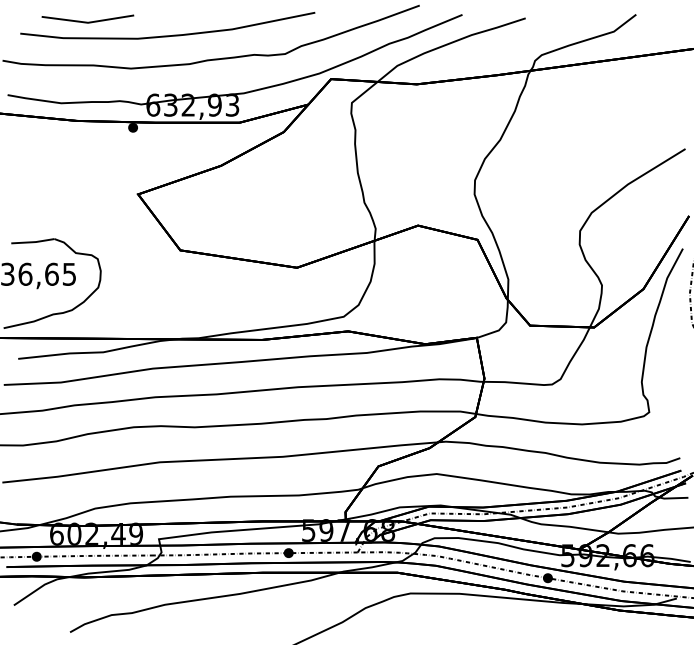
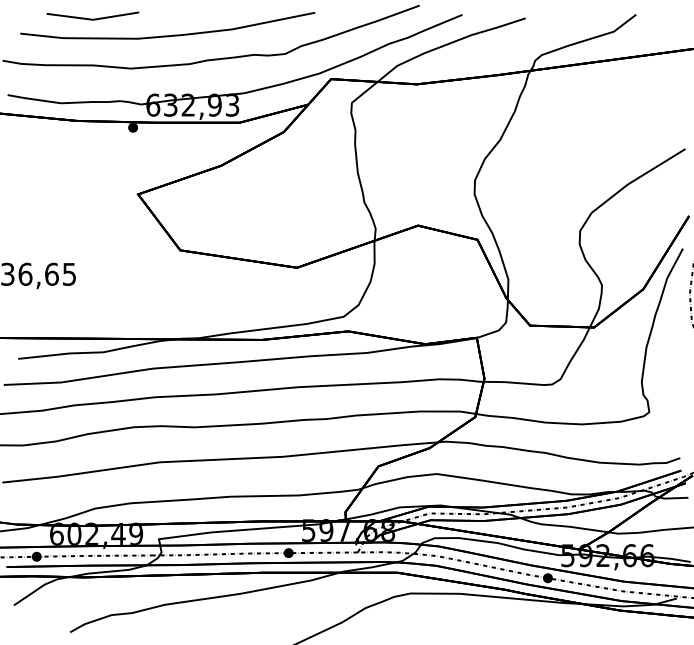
line at (87, 21) position: (87, 21) -> (92, 18)
part at (57, 312): present -> none
